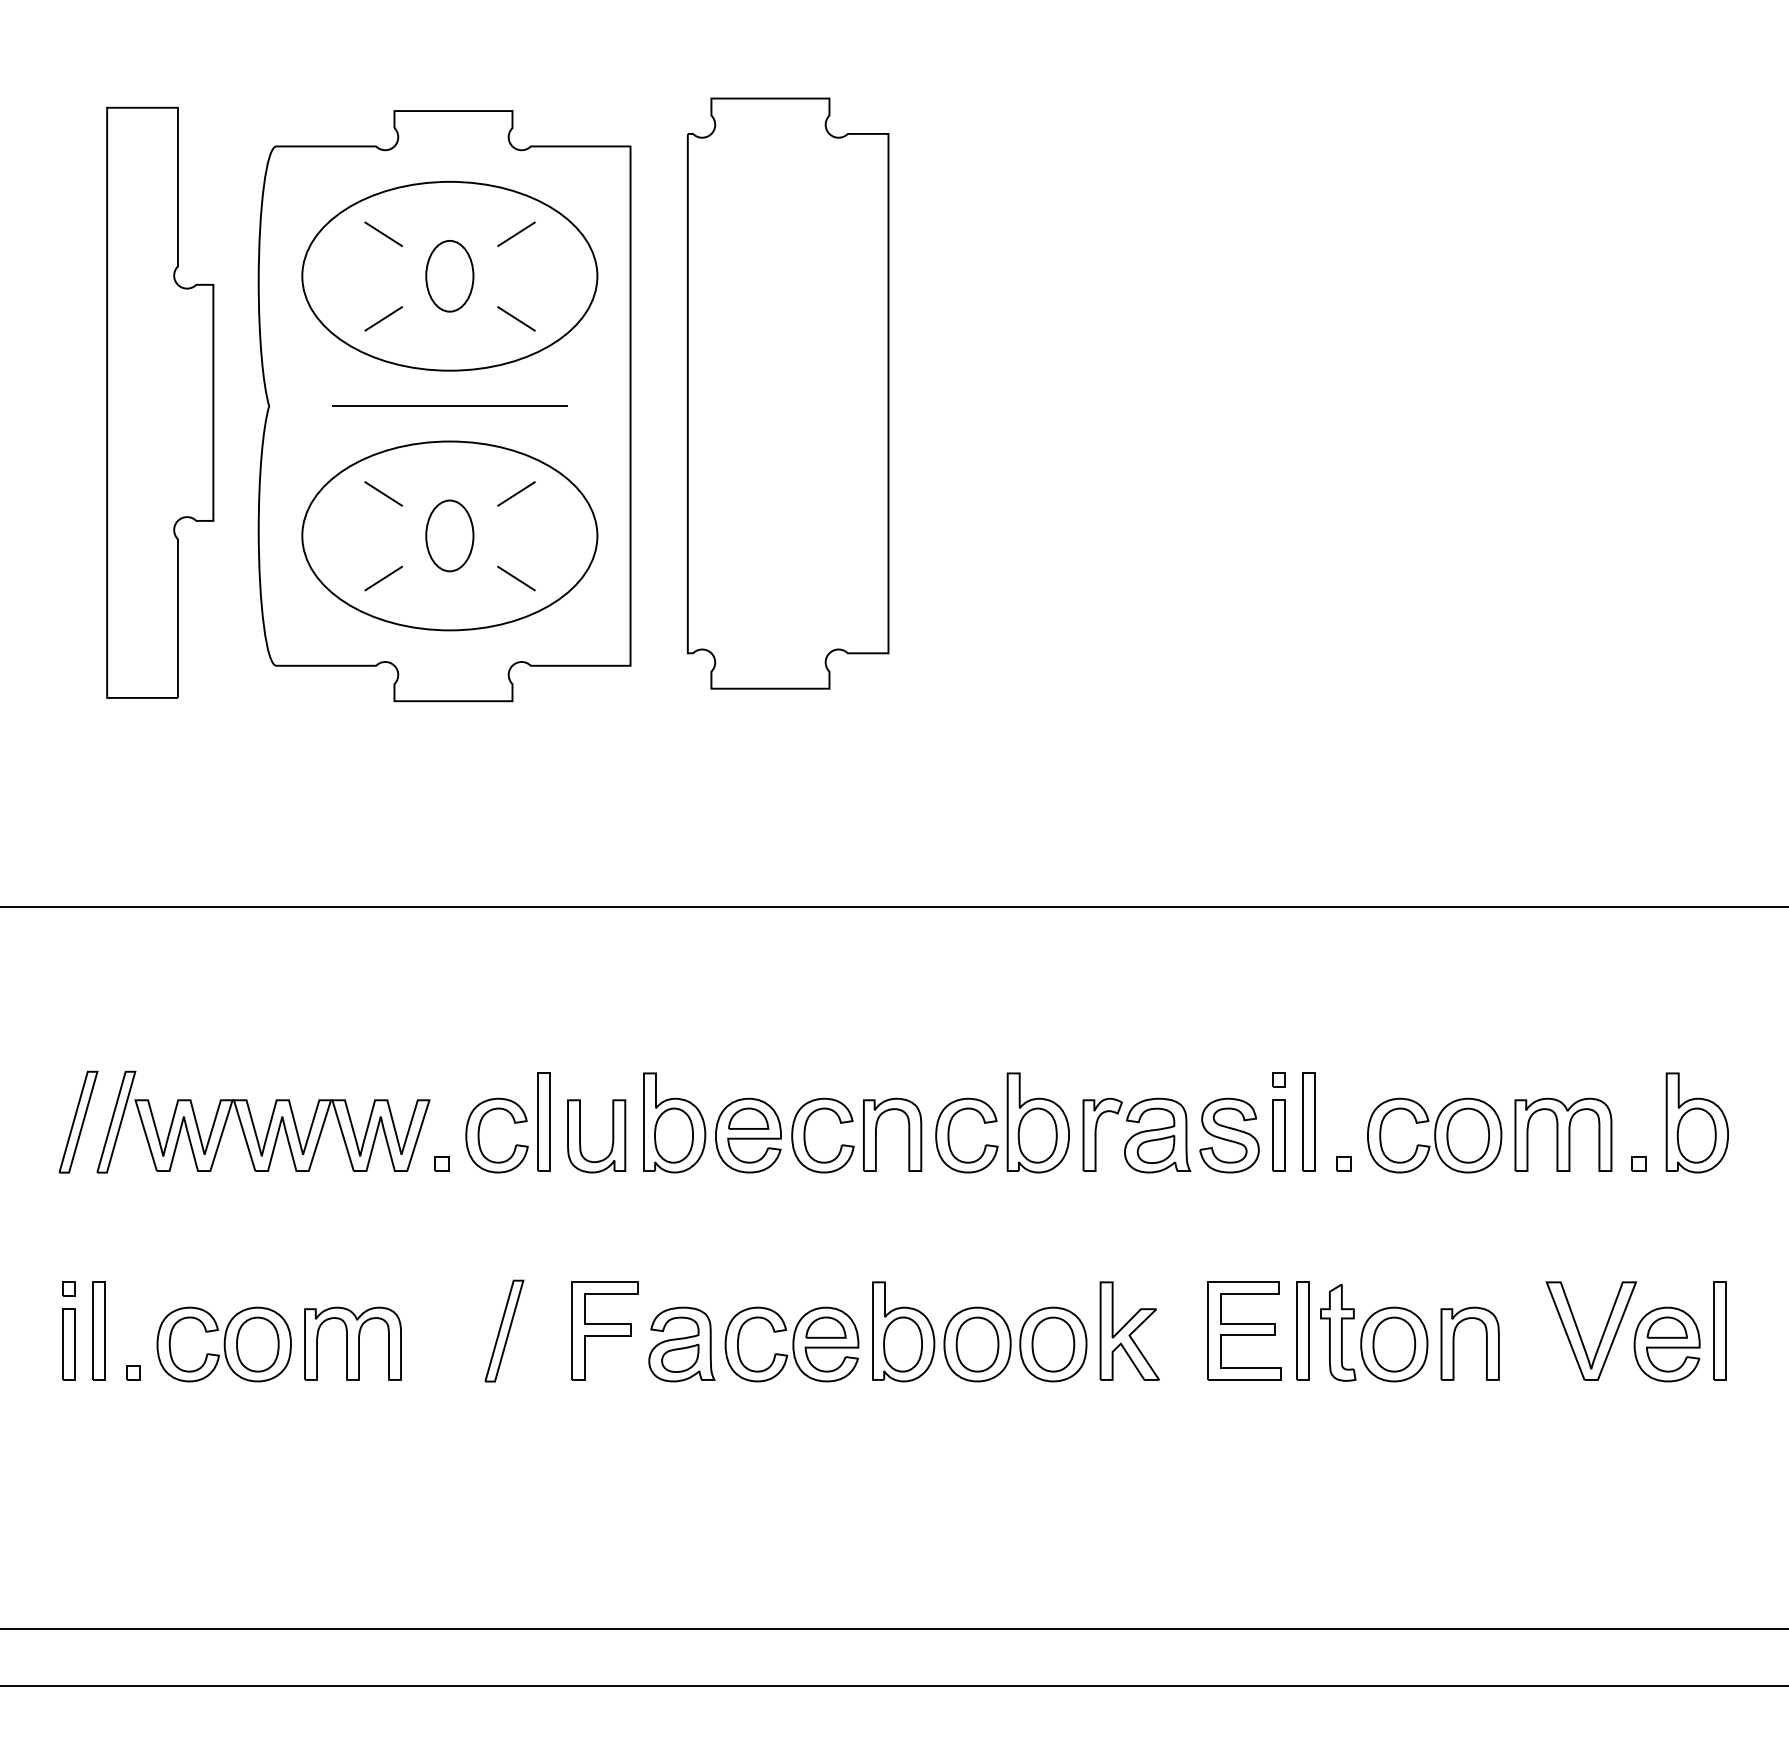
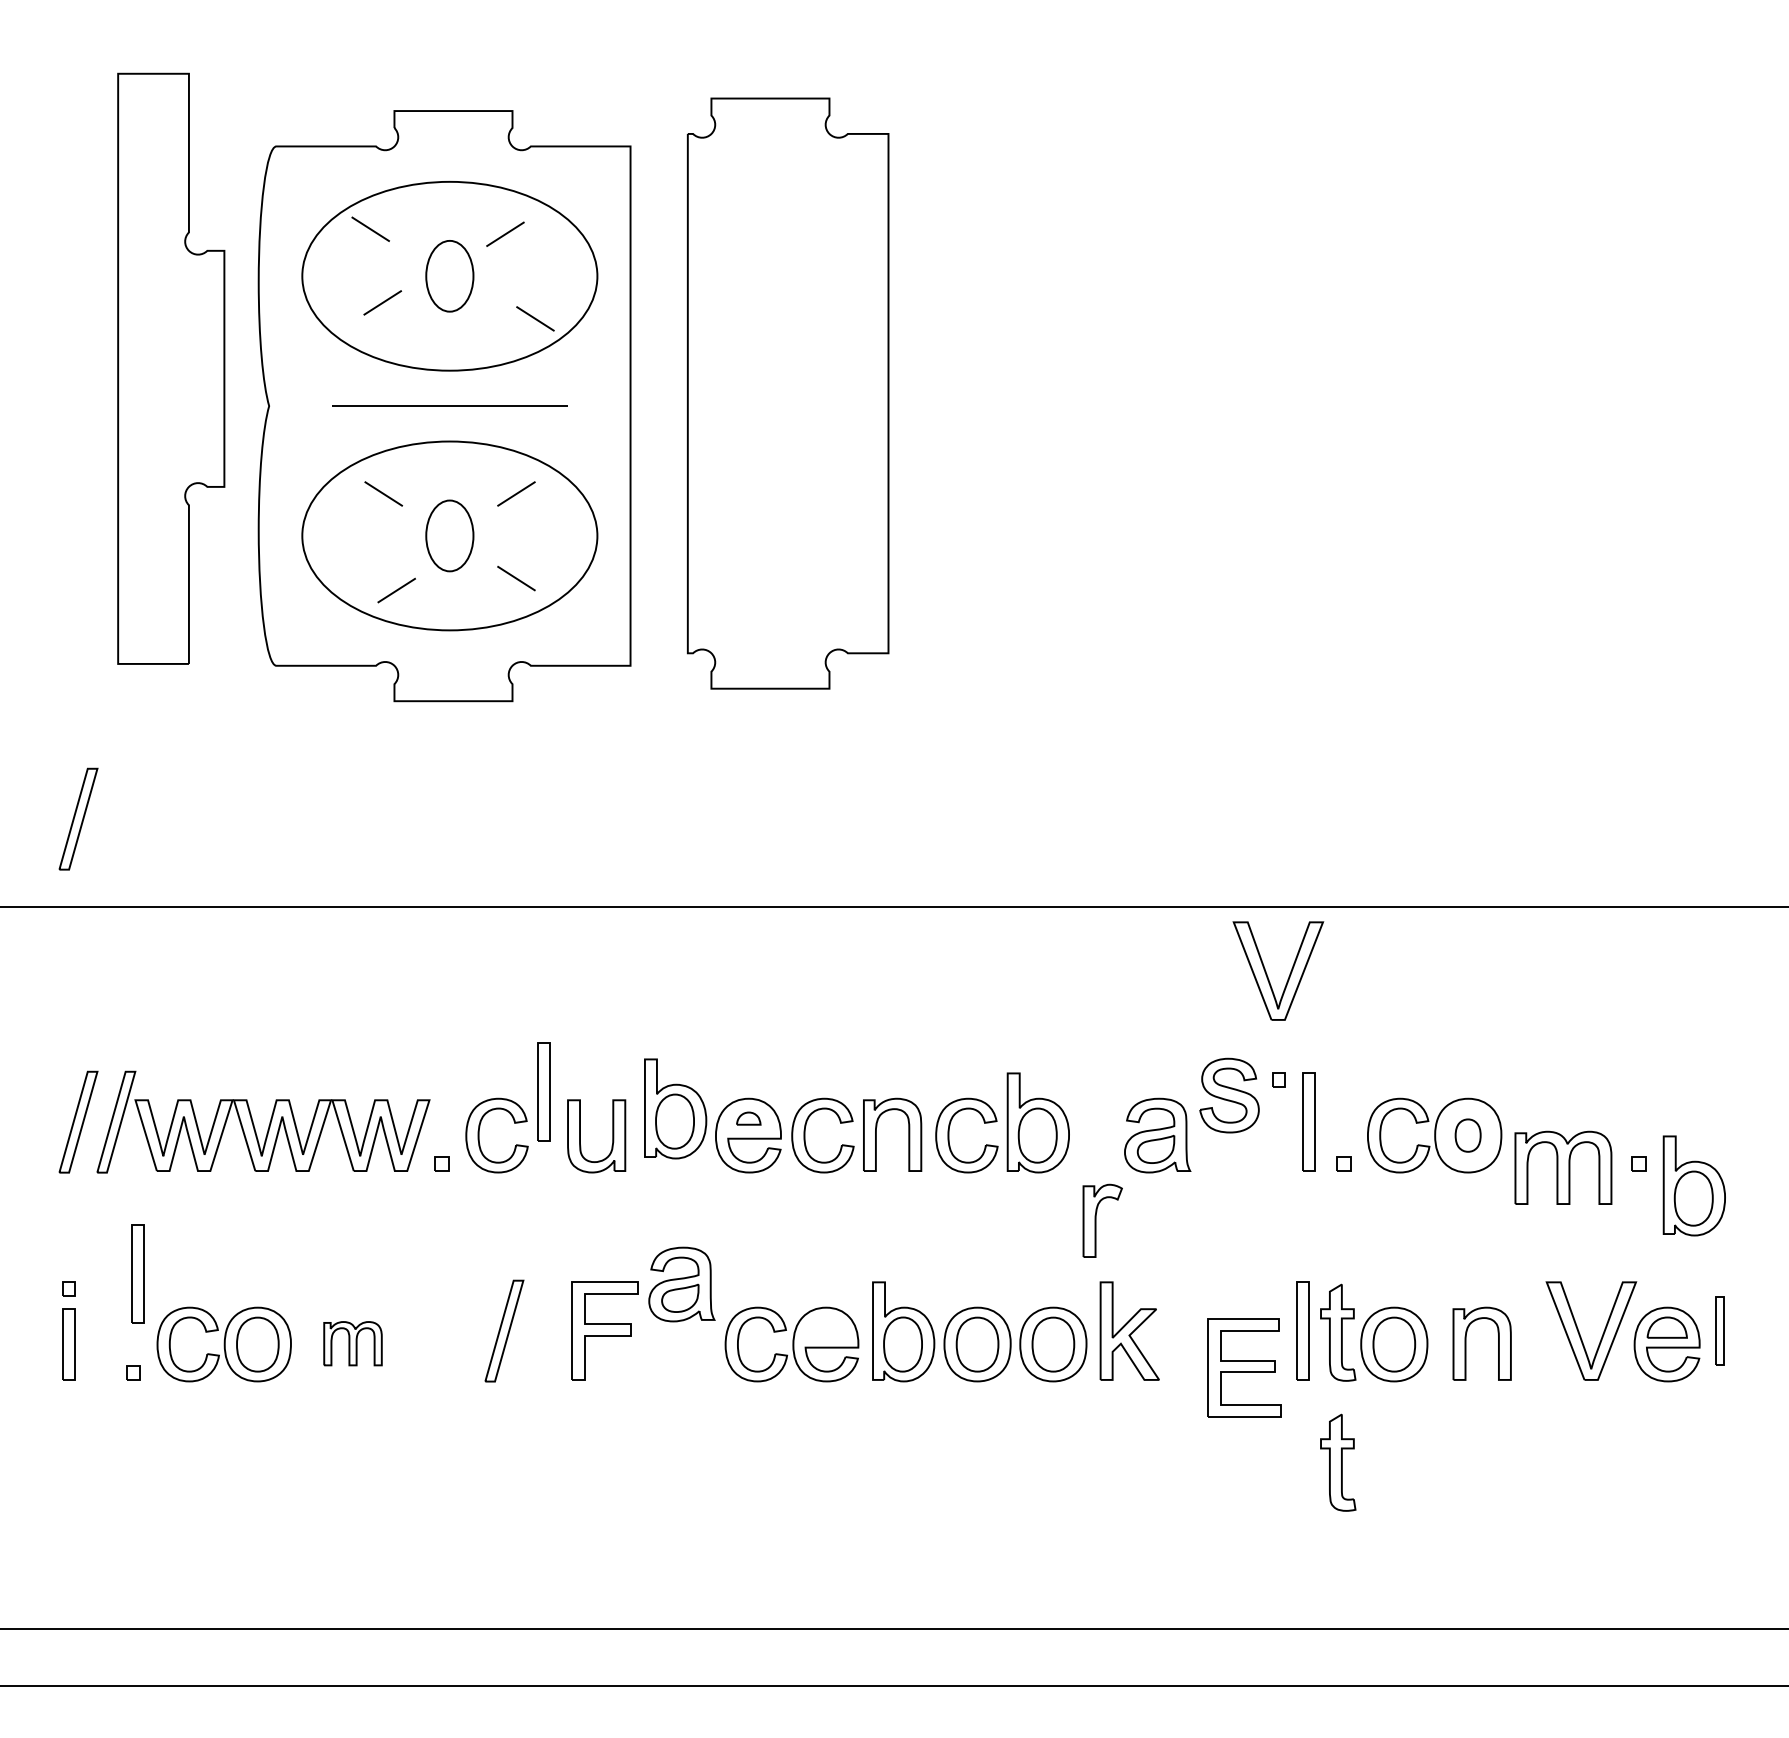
line at (383, 233) position: (383, 233) -> (370, 228)
line at (516, 233) position: (516, 233) -> (505, 233)
line at (383, 318) position: (383, 318) -> (382, 302)
line at (516, 318) position: (516, 318) -> (535, 318)
part at (160, 402) position: (160, 402) -> (171, 368)
line at (383, 578) position: (383, 578) -> (396, 590)
part at (78, 818): none -> present
part at (1289, 973): none -> present
part at (748, 1118) size: 42x23 px -> 26x15 px
part at (543, 1121) position: (543, 1121) -> (543, 1091)
part at (674, 1122) position: (674, 1122) -> (675, 1108)
part at (1696, 1122) position: (1696, 1122) -> (1693, 1185)
part at (1102, 1134) position: (1102, 1134) -> (1102, 1220)
part at (1563, 1134) position: (1563, 1134) -> (1563, 1167)
part at (1229, 1135) position: (1229, 1135) -> (1229, 1095)
part at (1278, 1135): present -> none
part at (1467, 1135) size: 44x57 px -> 28x35 px
part at (825, 1327): present -> none
part at (98, 1330) position: (98, 1330) -> (137, 1273)
part at (1244, 1330) position: (1244, 1330) -> (1244, 1367)
part at (1719, 1330) size: 14x100 px -> 10x70 px
part at (352, 1343) size: 98x75 px -> 60x46 px
part at (1454, 1343) position: (1454, 1343) -> (1466, 1343)
part at (681, 1344) position: (681, 1344) -> (681, 1284)
part at (1338, 1462): none -> present
